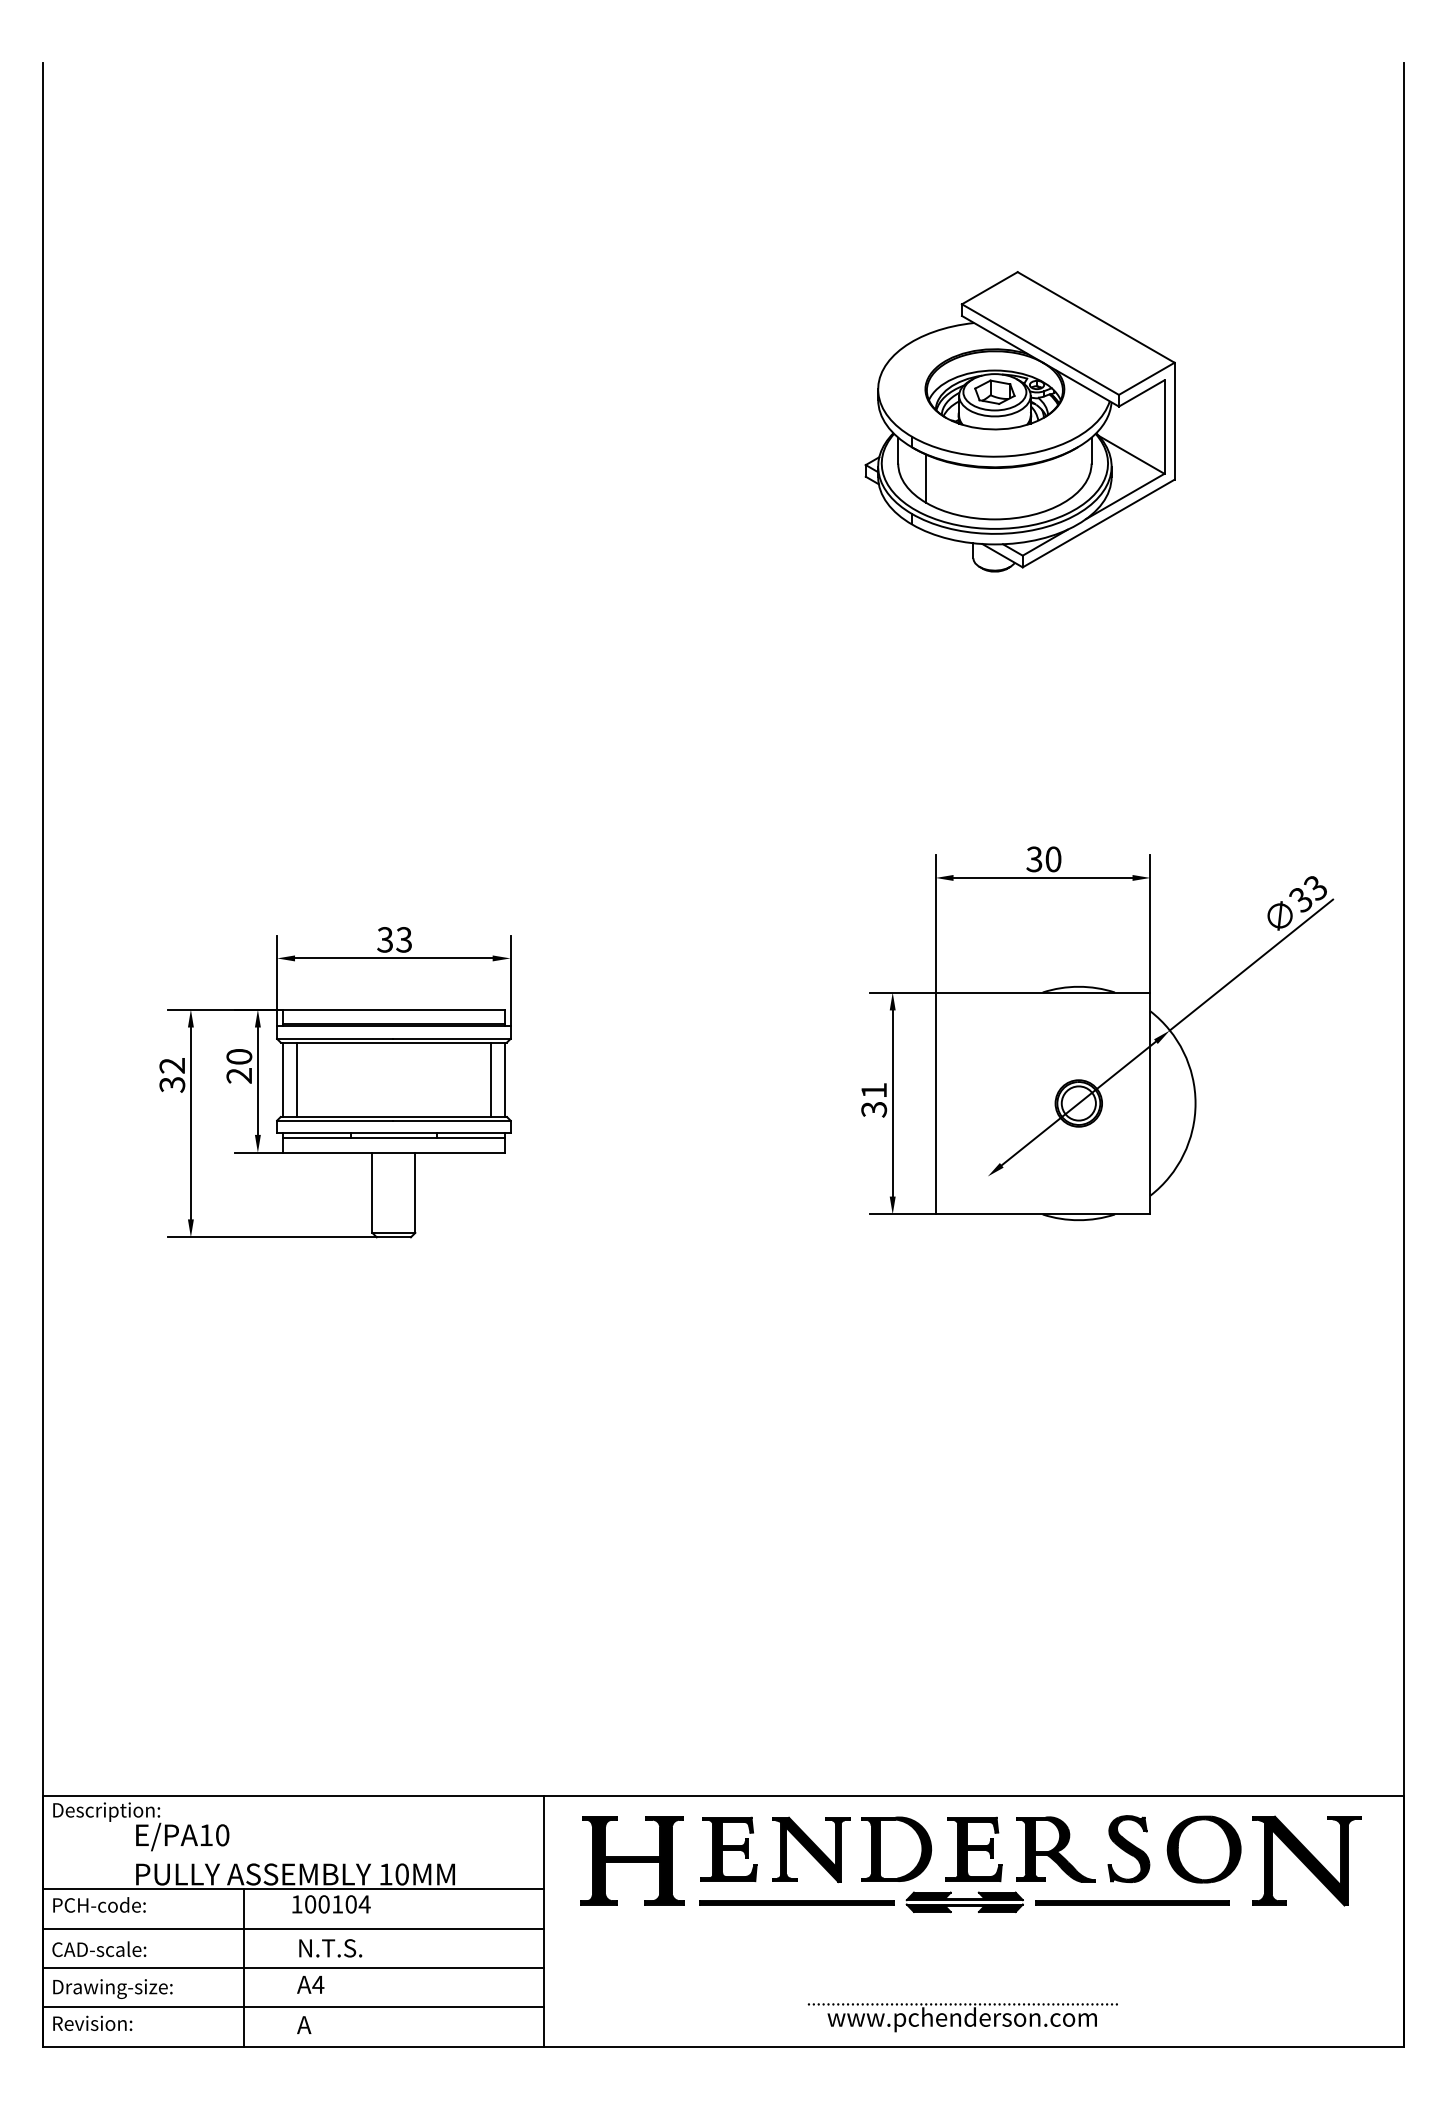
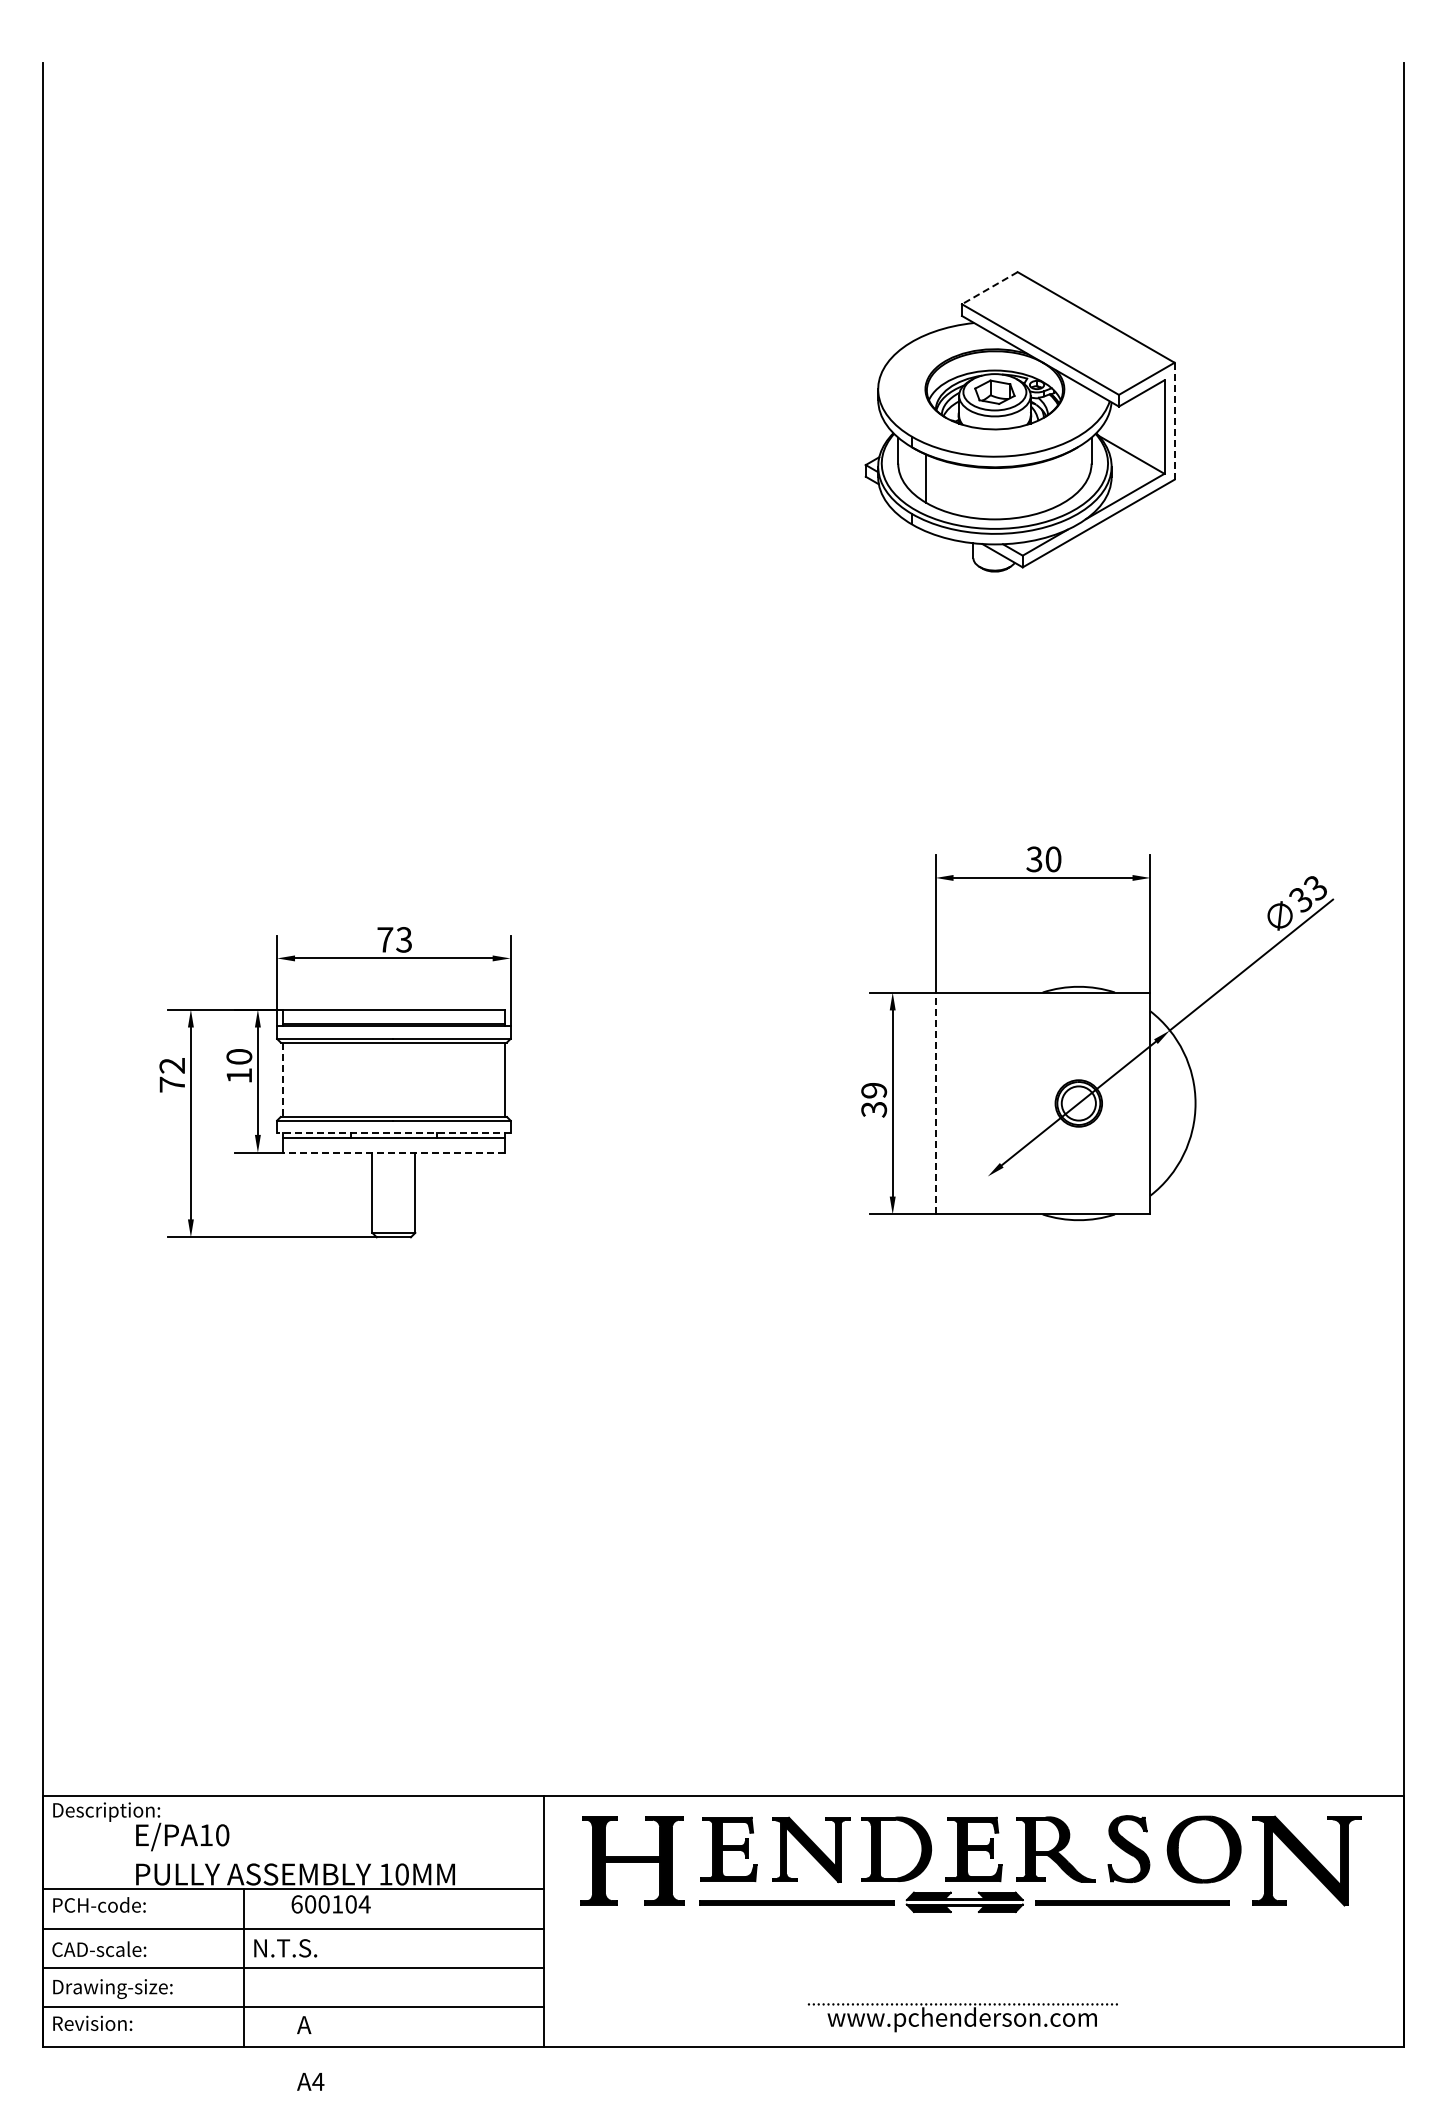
line at (989, 288): solid -> dashed
line at (1174, 421): solid -> dashed
text at (385, 939): 33 -> 73
text at (238, 1075): 20 -> 10
line at (297, 1079): present -> none
line at (490, 1079): present -> none
line at (282, 1080): solid -> dashed
text at (172, 1084): 32 -> 72
text at (874, 1090): 31 -> 39
line at (935, 1103): solid -> dashed
line at (393, 1133): solid -> dashed
line at (393, 1152): solid -> dashed
text at (296, 1904): 100104 -> 600104
text at (330, 1948) position: (330, 1948) -> (285, 1948)
text at (310, 1984) position: (310, 1984) -> (310, 2081)
